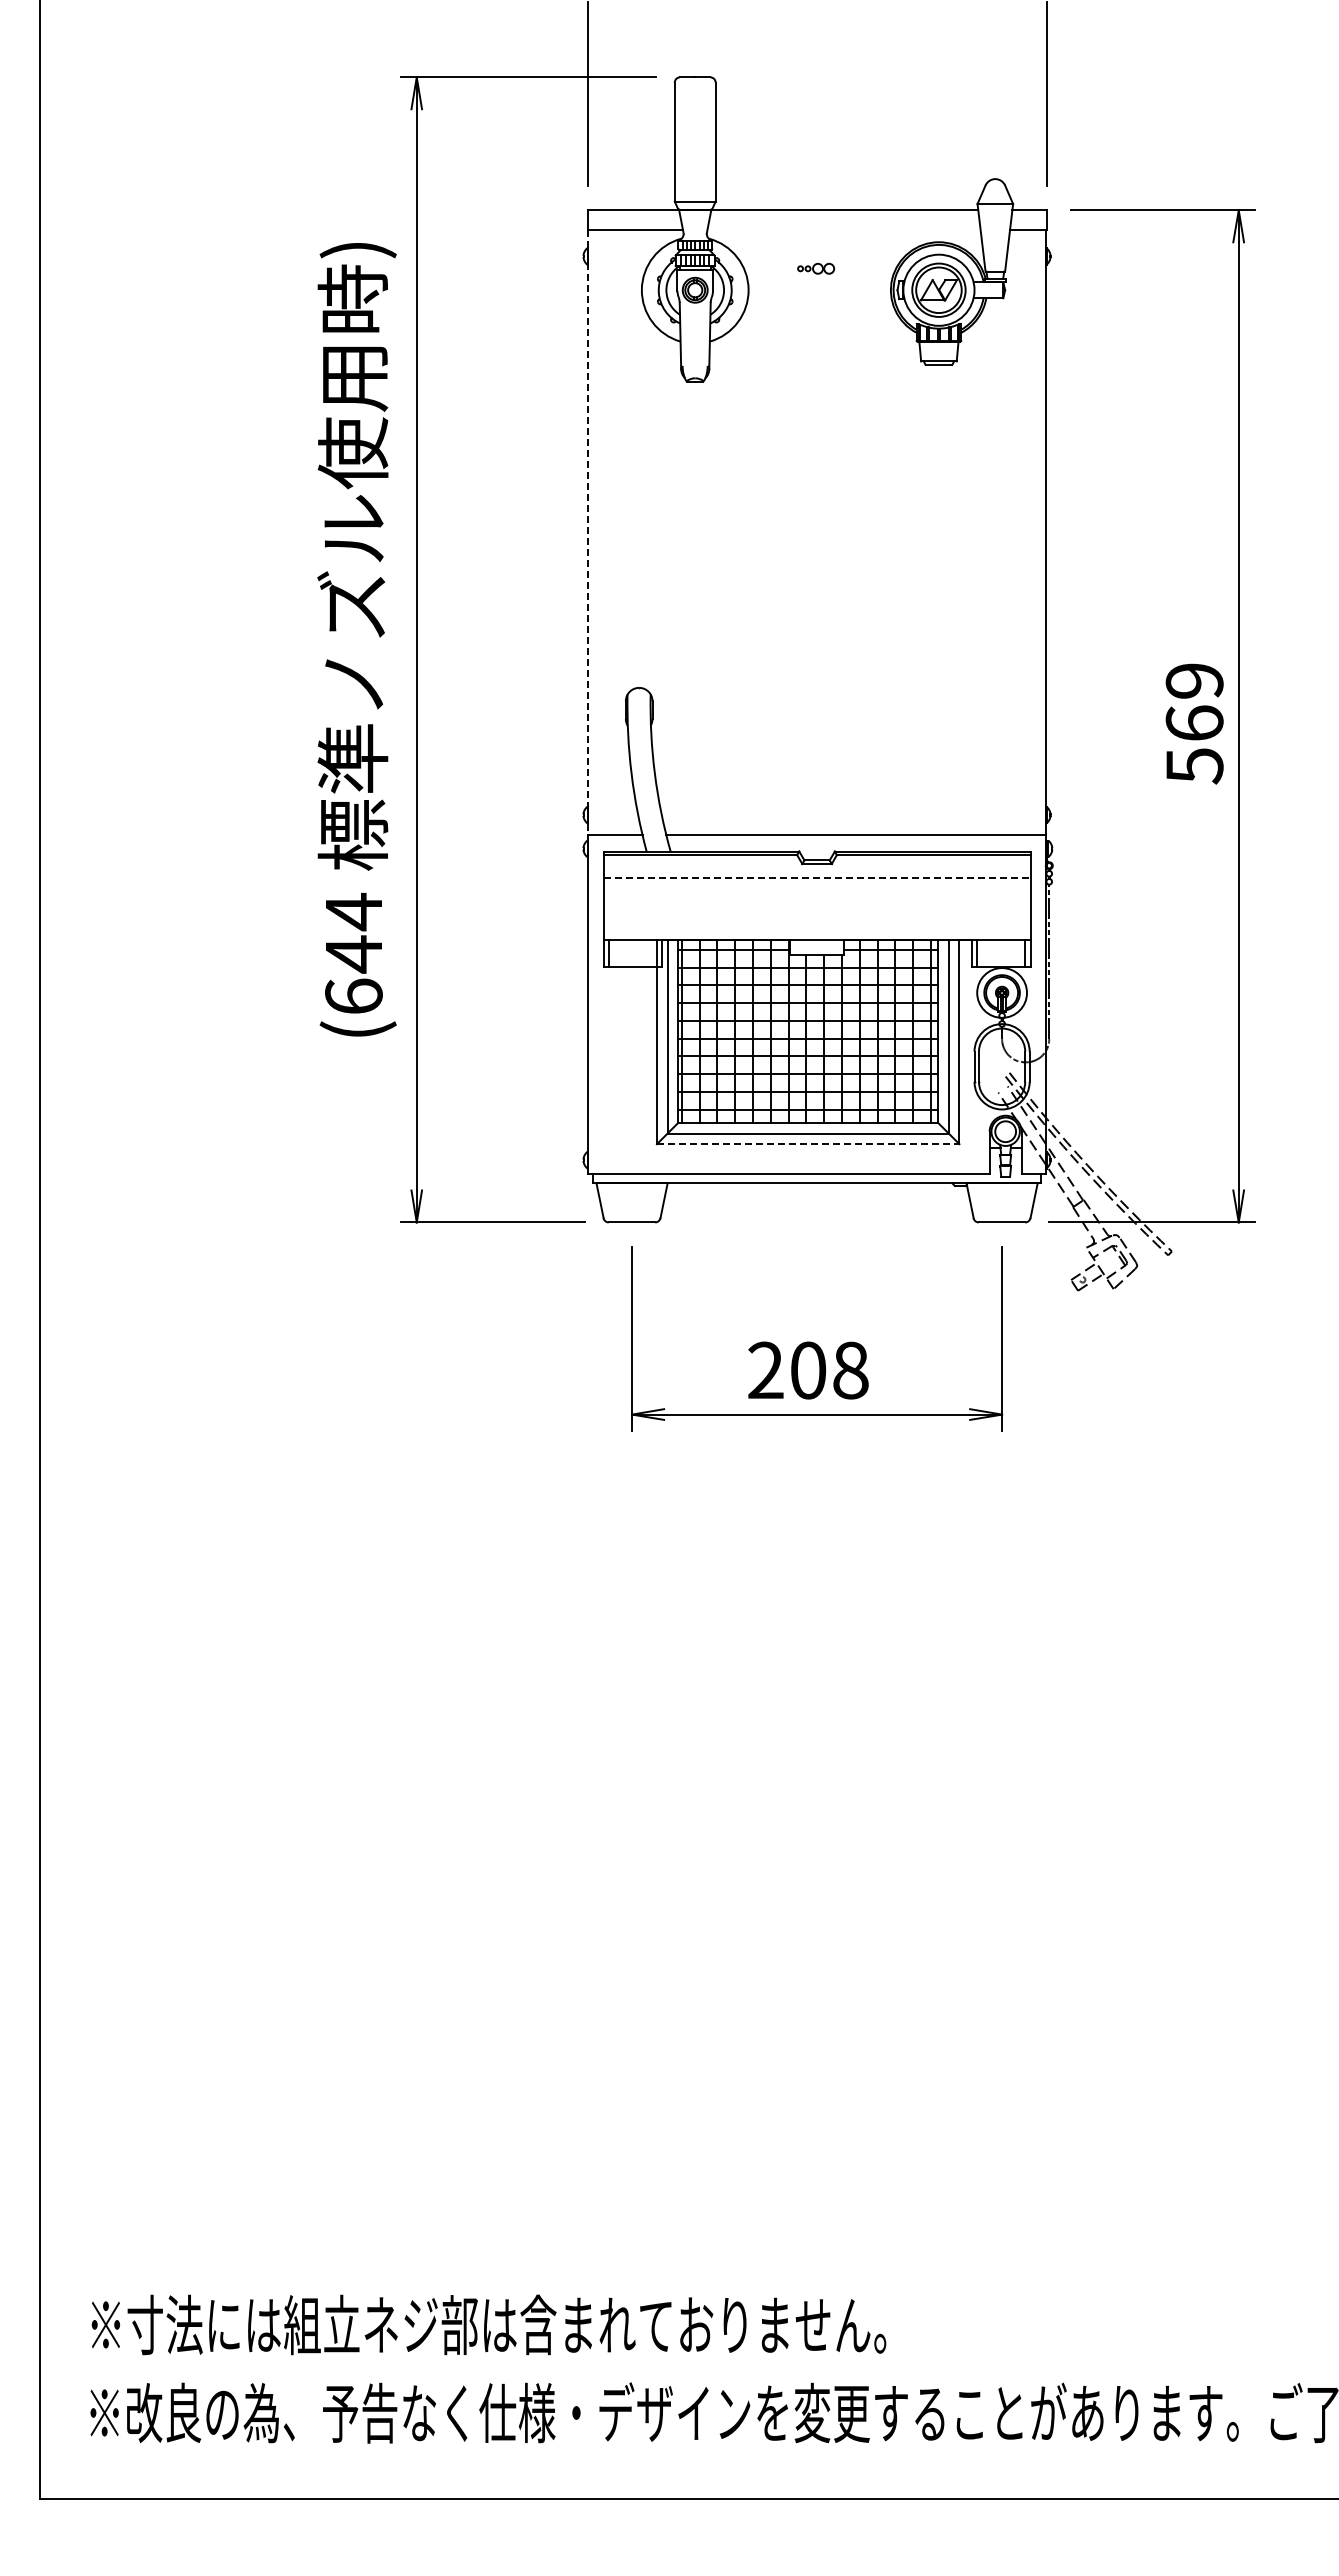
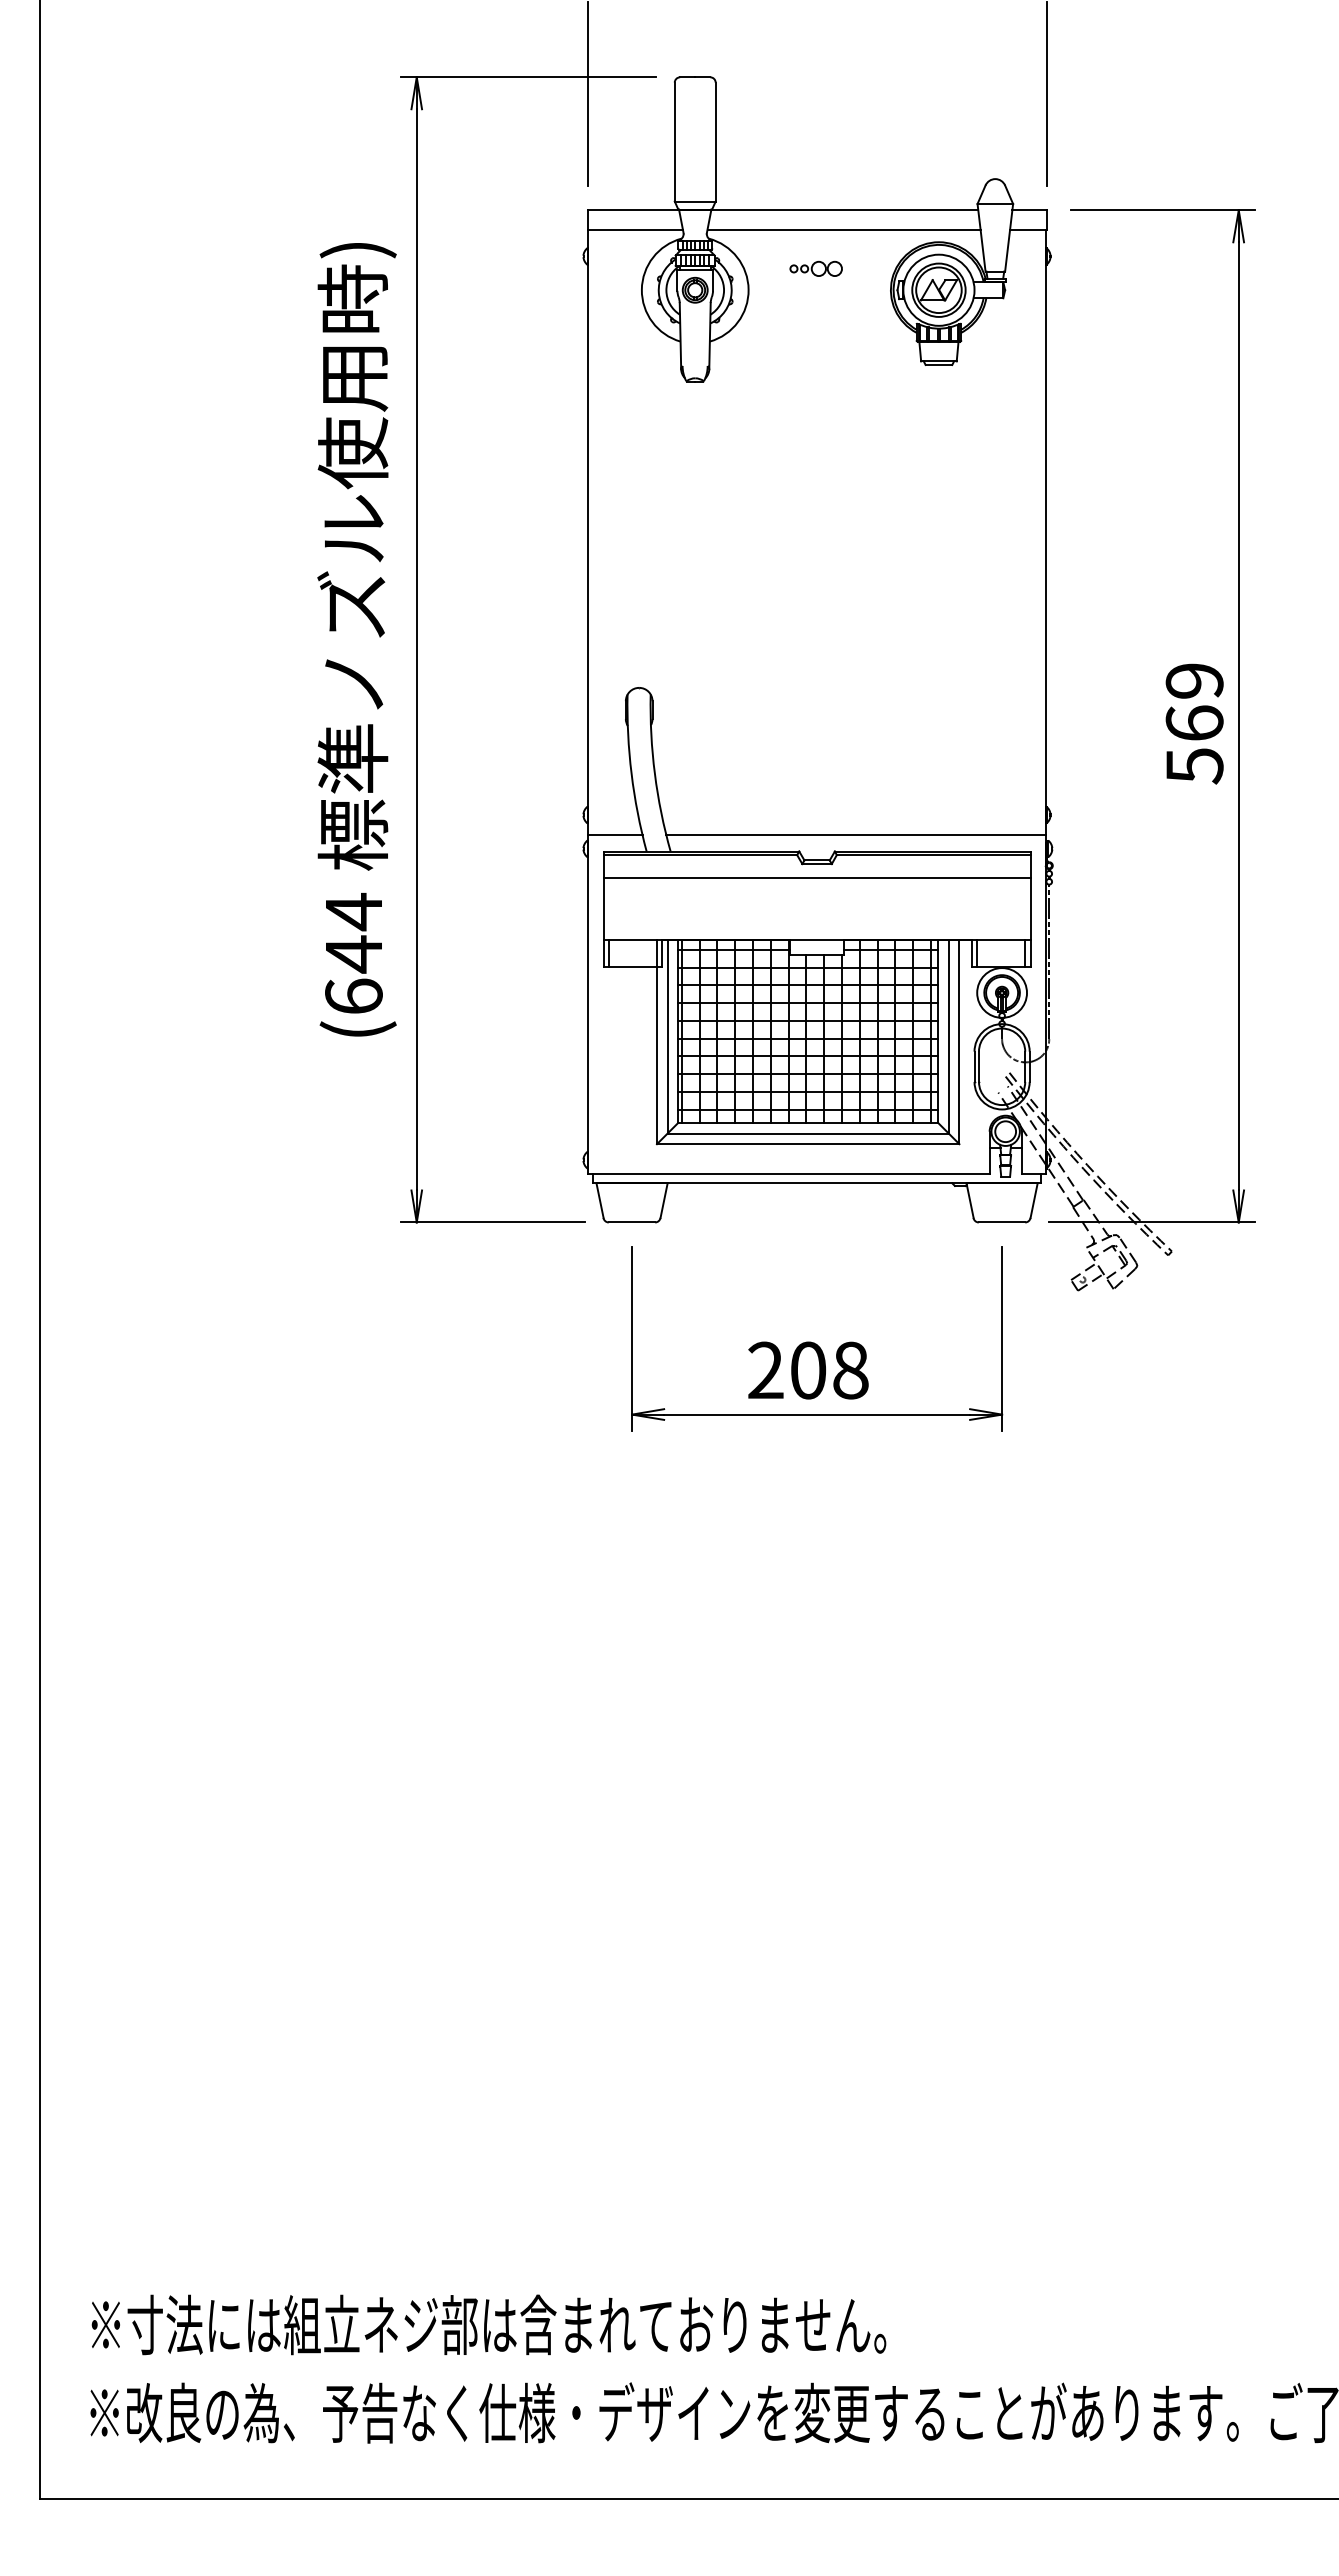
line at (843, 229): none -> present
part at (816, 268) size: 39x13 px -> 54x17 px
line at (588, 532): dashed -> solid
line at (817, 878): dashed -> solid
line at (808, 1144): dashed -> solid
